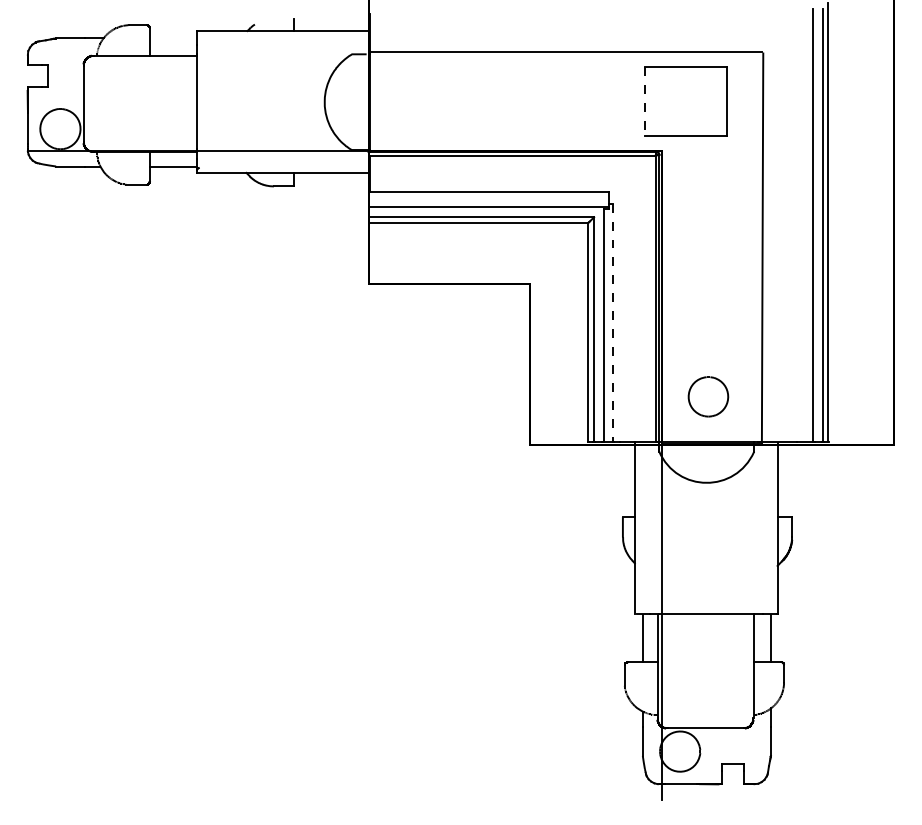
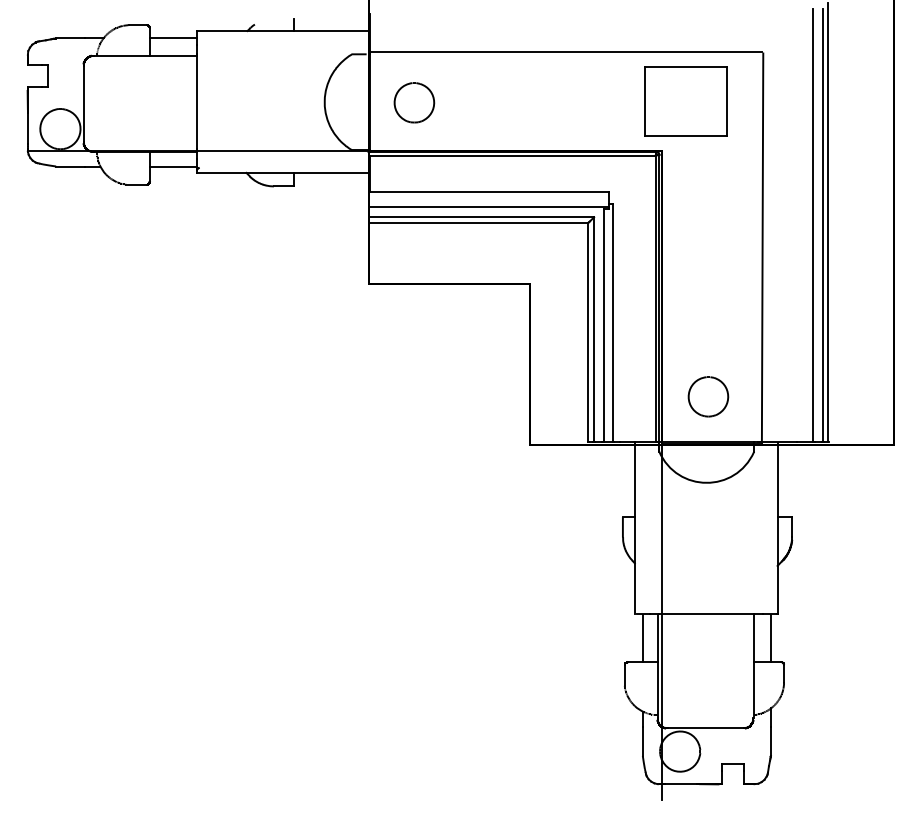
line at (173, 38): none -> present
line at (644, 101): dashed -> solid
part at (414, 102): none -> present
line at (613, 323): dashed -> solid
